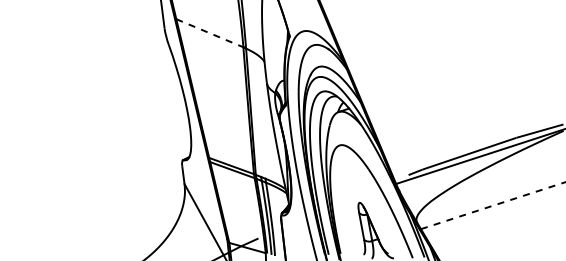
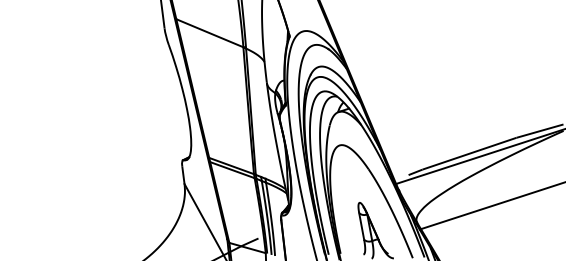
line at (210, 33): dashed -> solid
line at (493, 205): dashed -> solid
